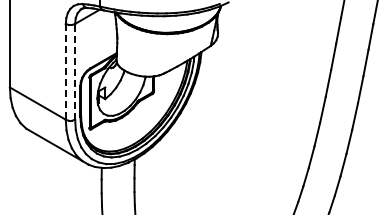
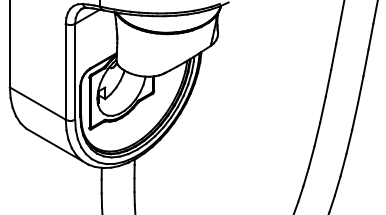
line at (65, 71): dashed -> solid
line at (75, 71): dashed -> solid
